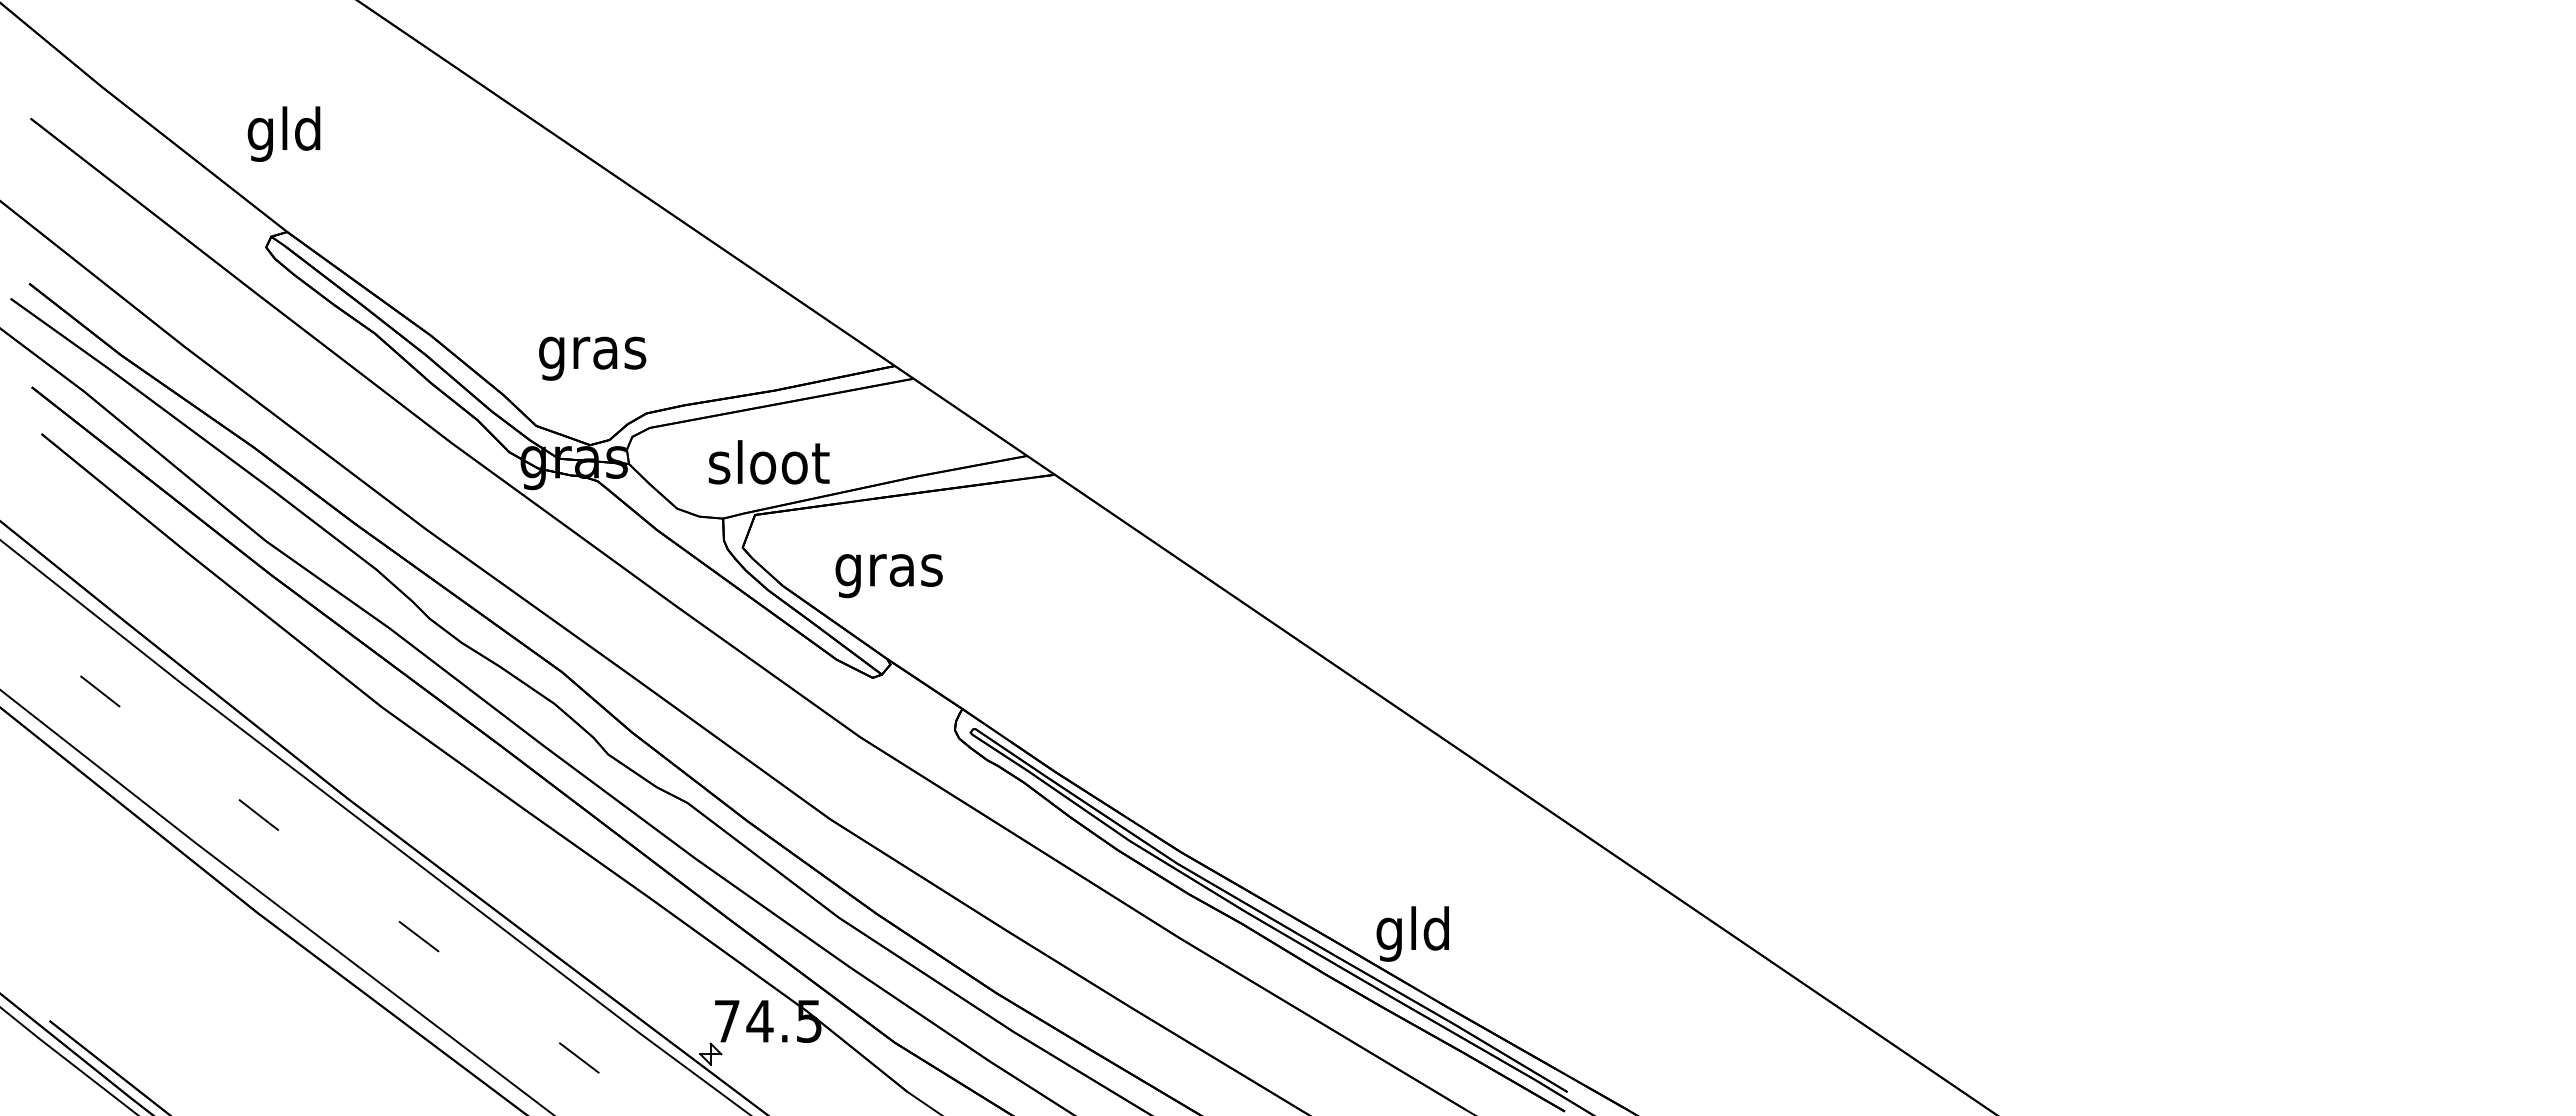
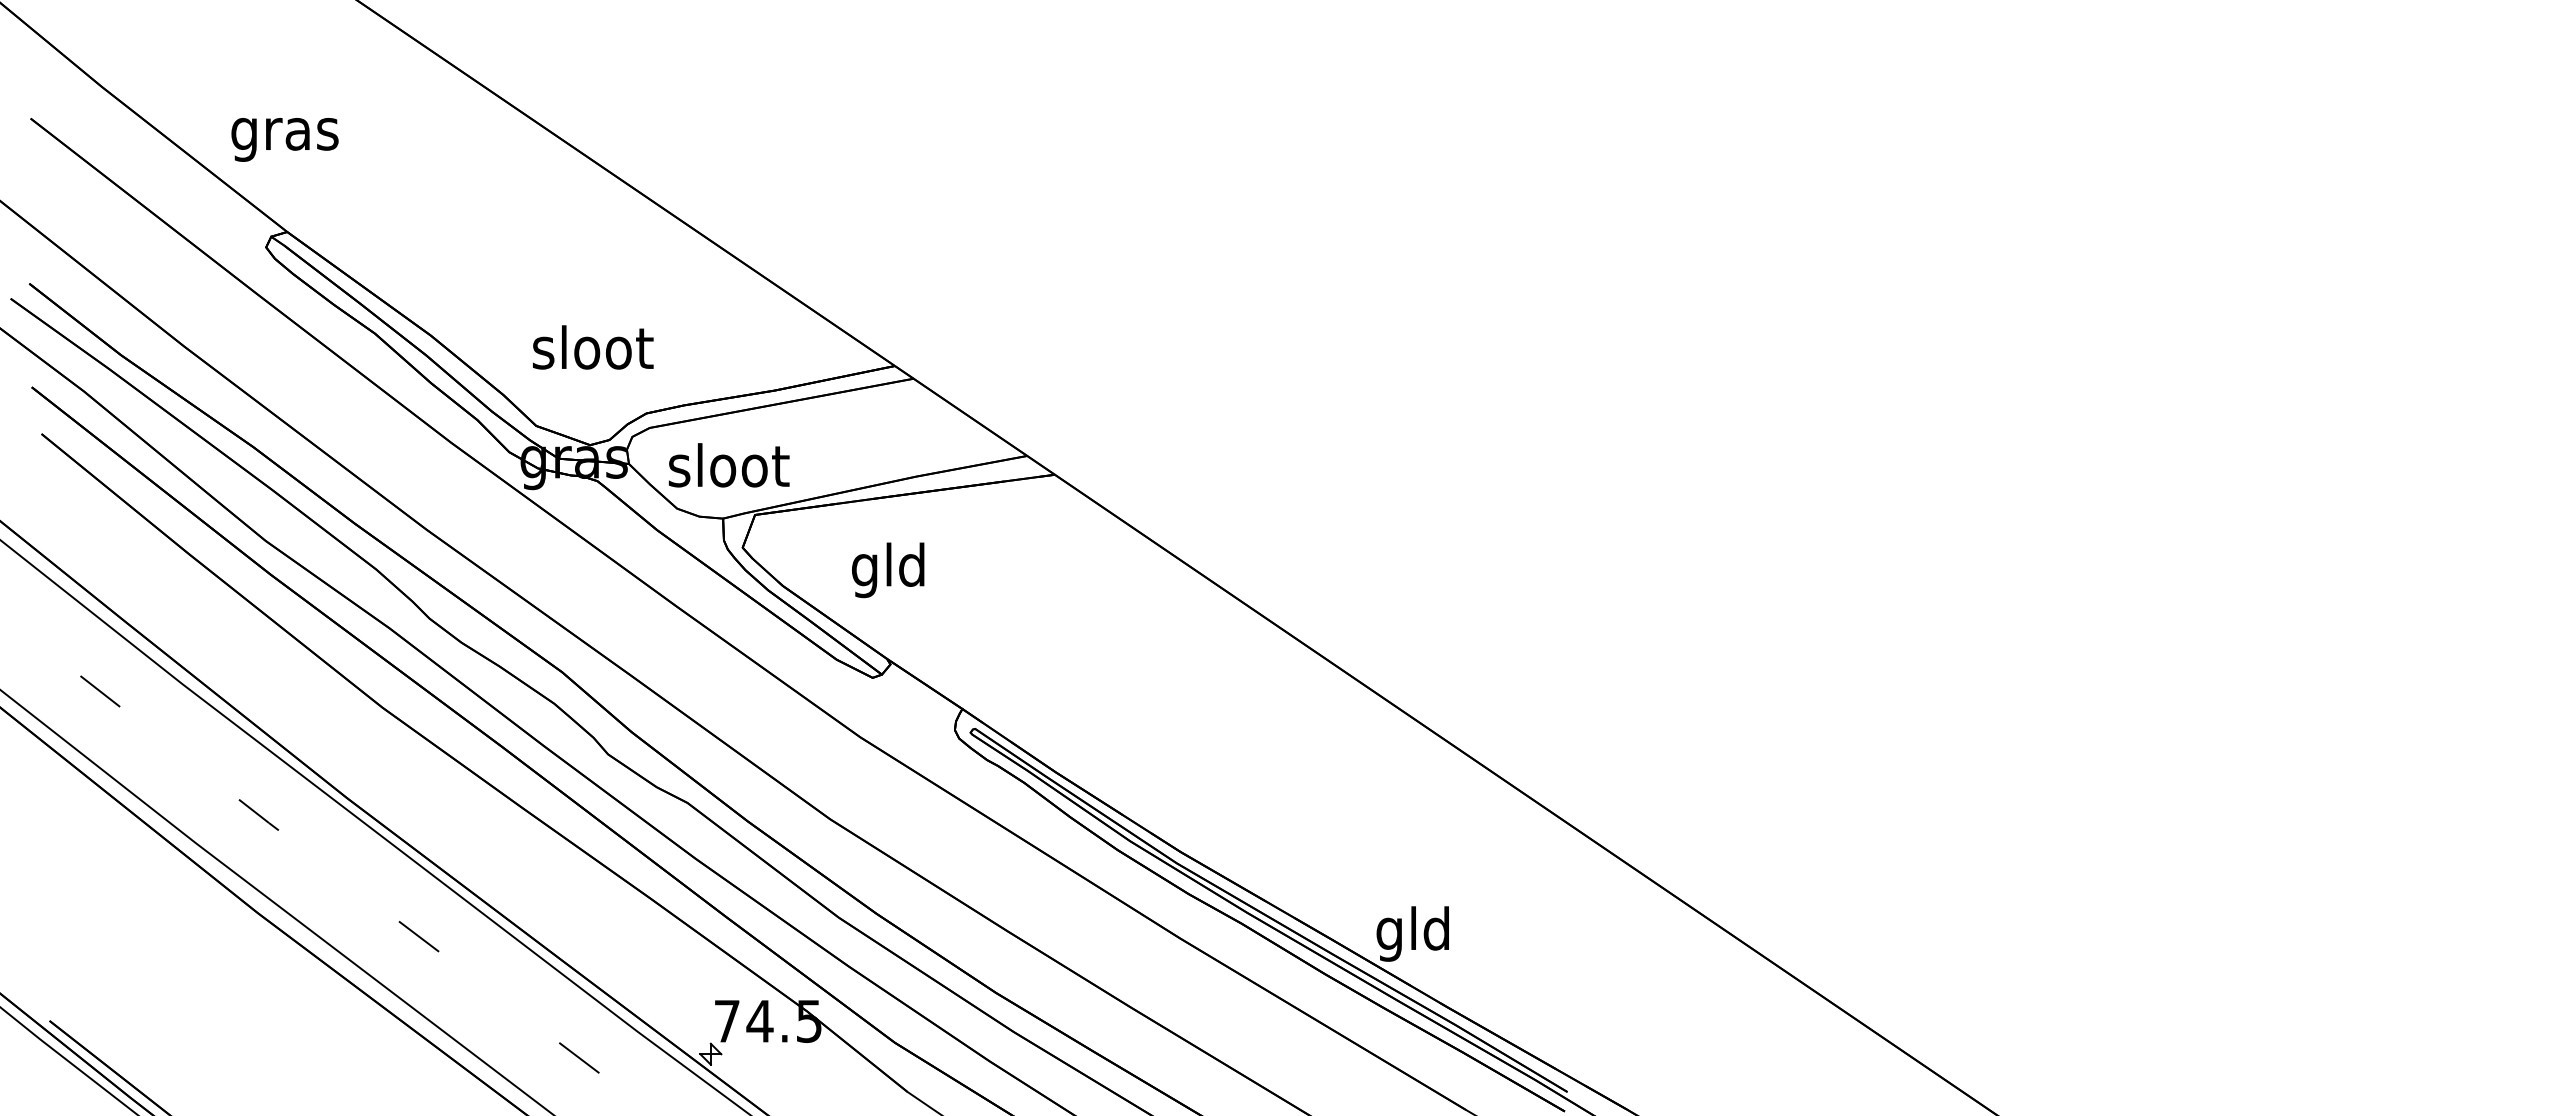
text at (284, 133): gld -> gras
text at (592, 352): gras -> sloot
text at (768, 462) position: (768, 462) -> (728, 465)
text at (888, 570): gras -> gld
